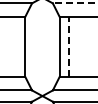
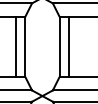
line at (74, 3): dashed -> solid
line at (15, 46): none -> present
line at (69, 46): dashed -> solid
